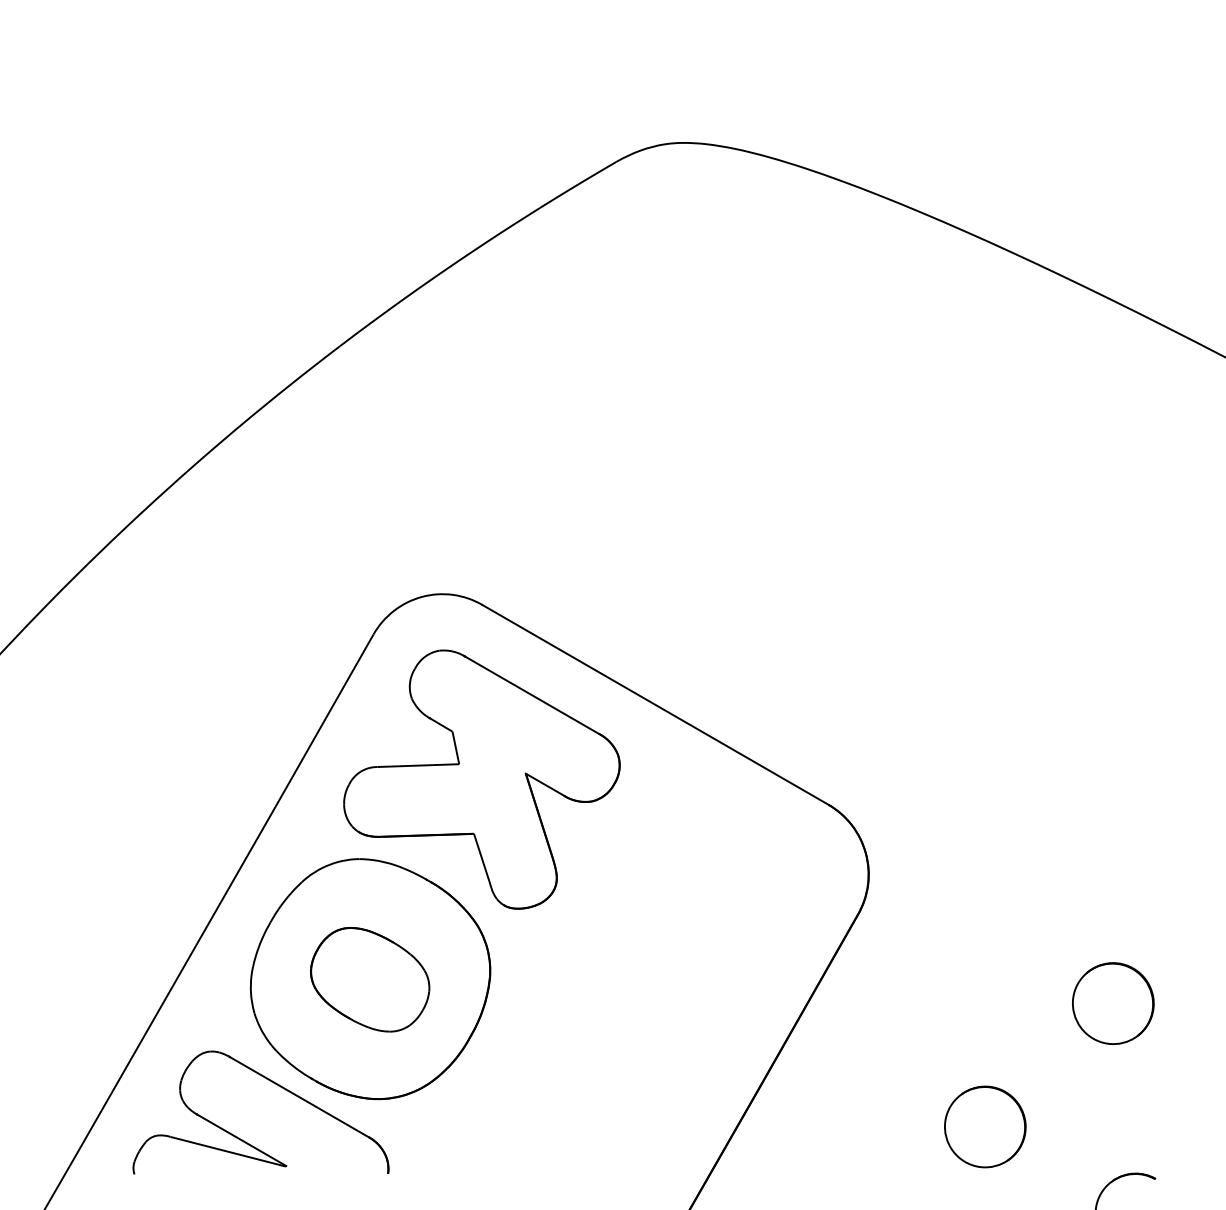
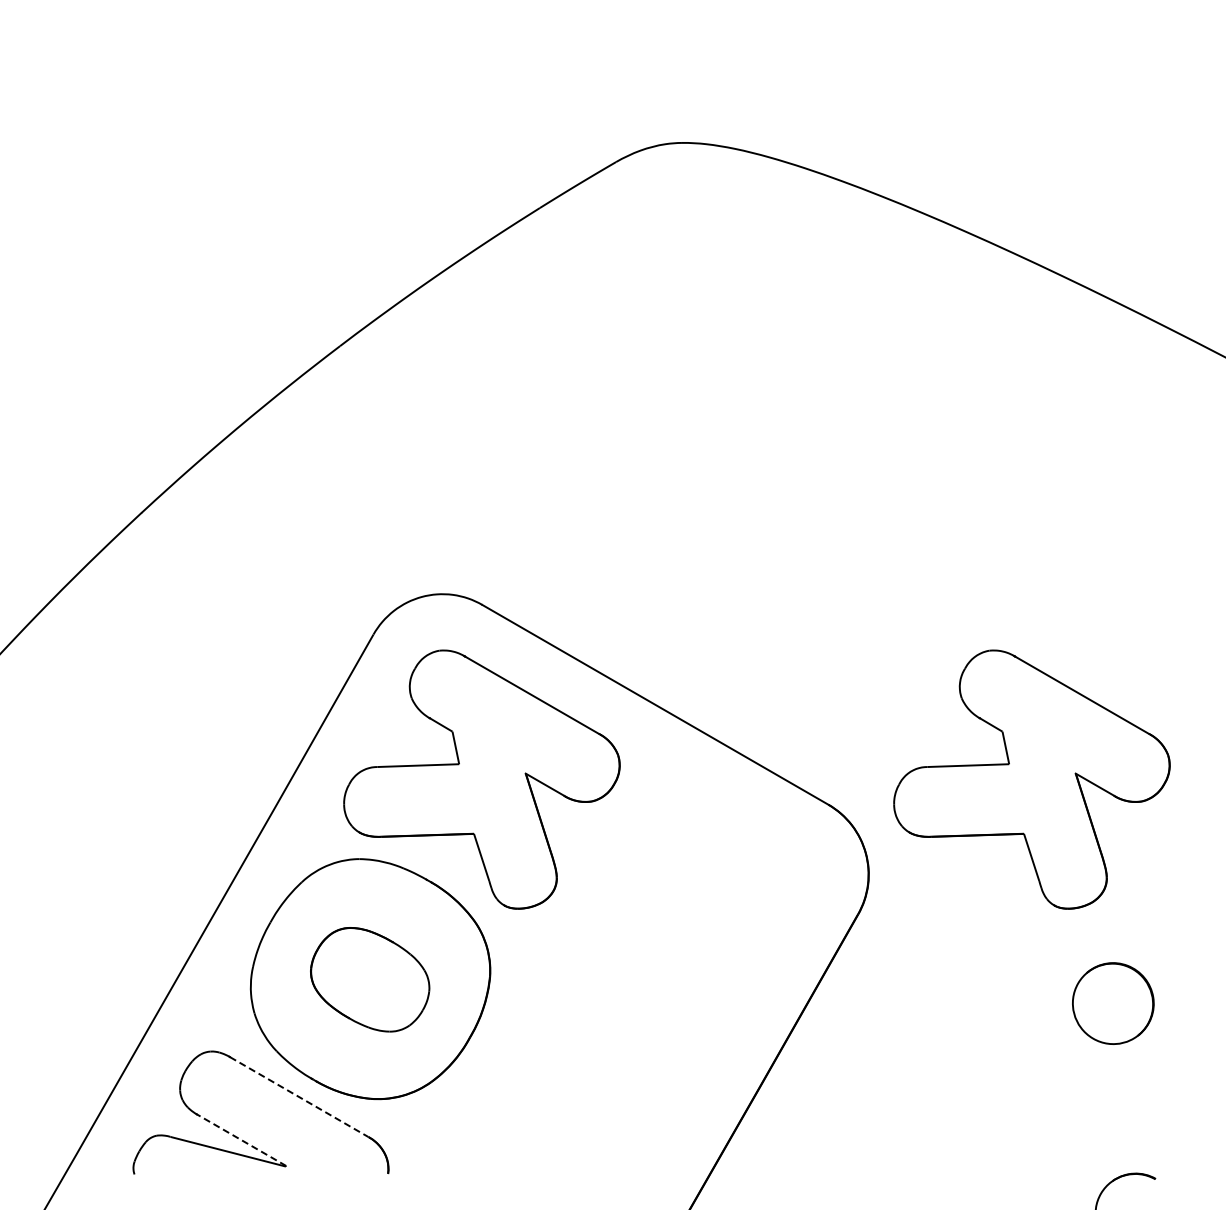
part at (1031, 779): none -> present
line at (299, 1097): solid -> dashed
part at (985, 1126): present -> none
line at (241, 1140): solid -> dashed
